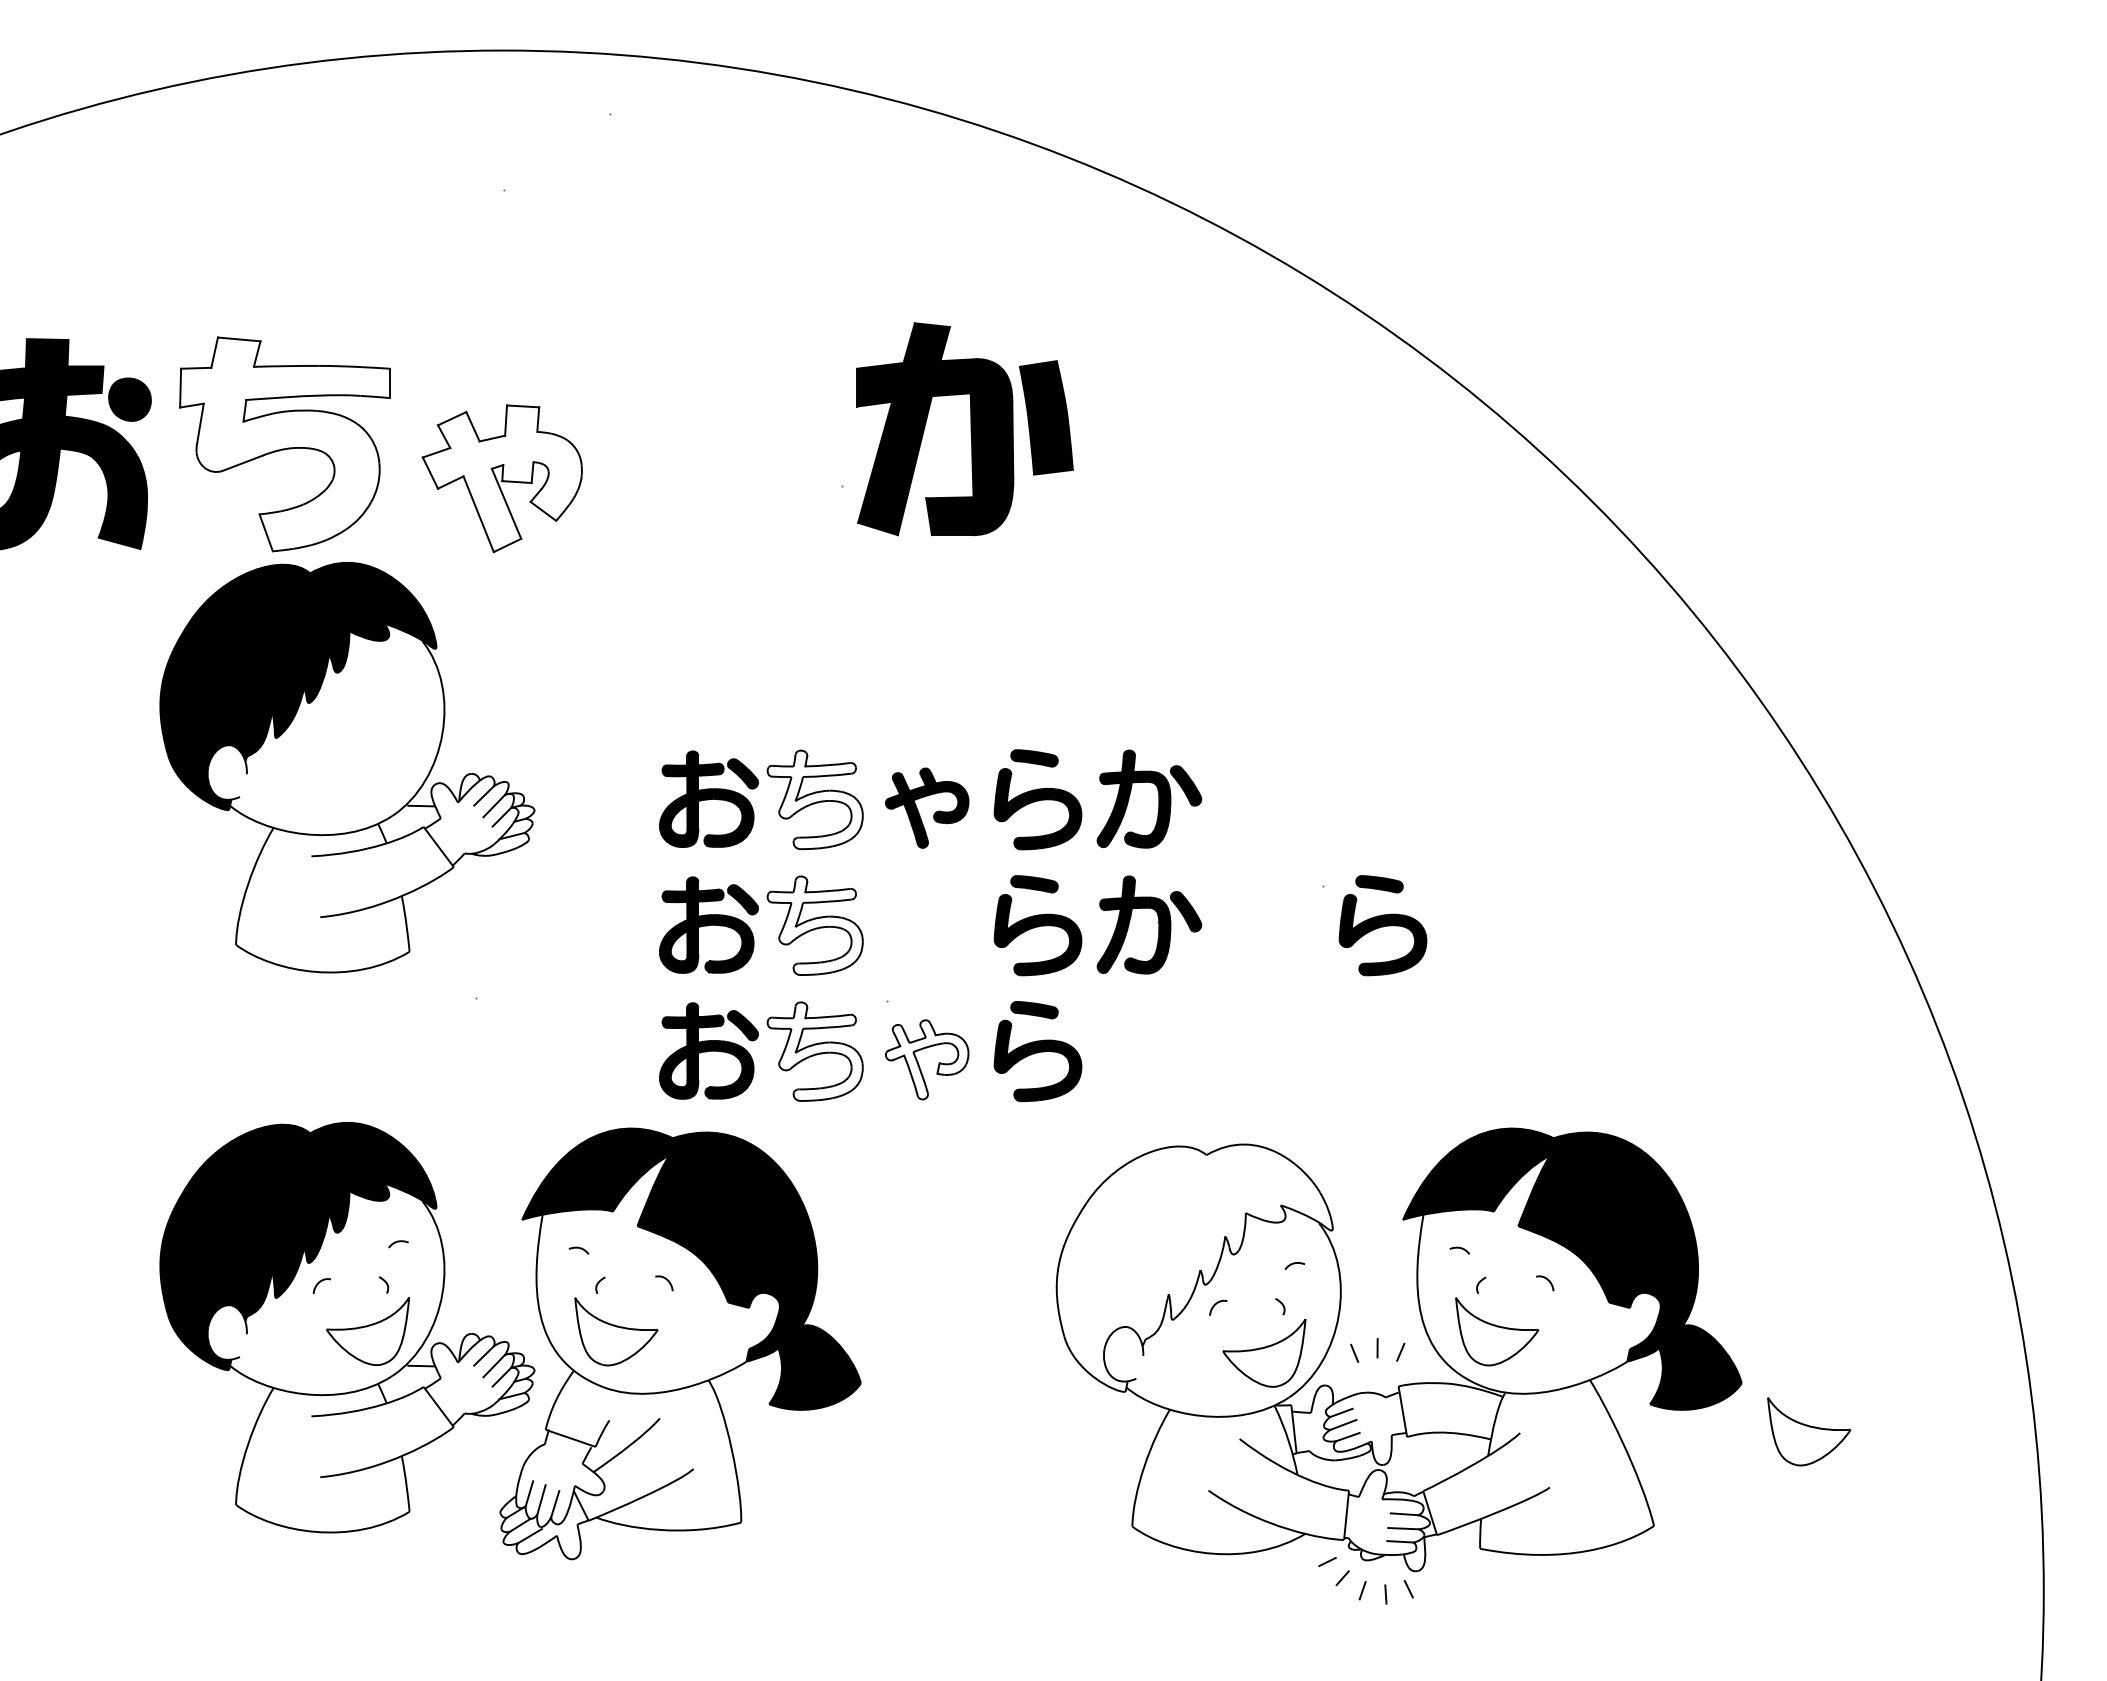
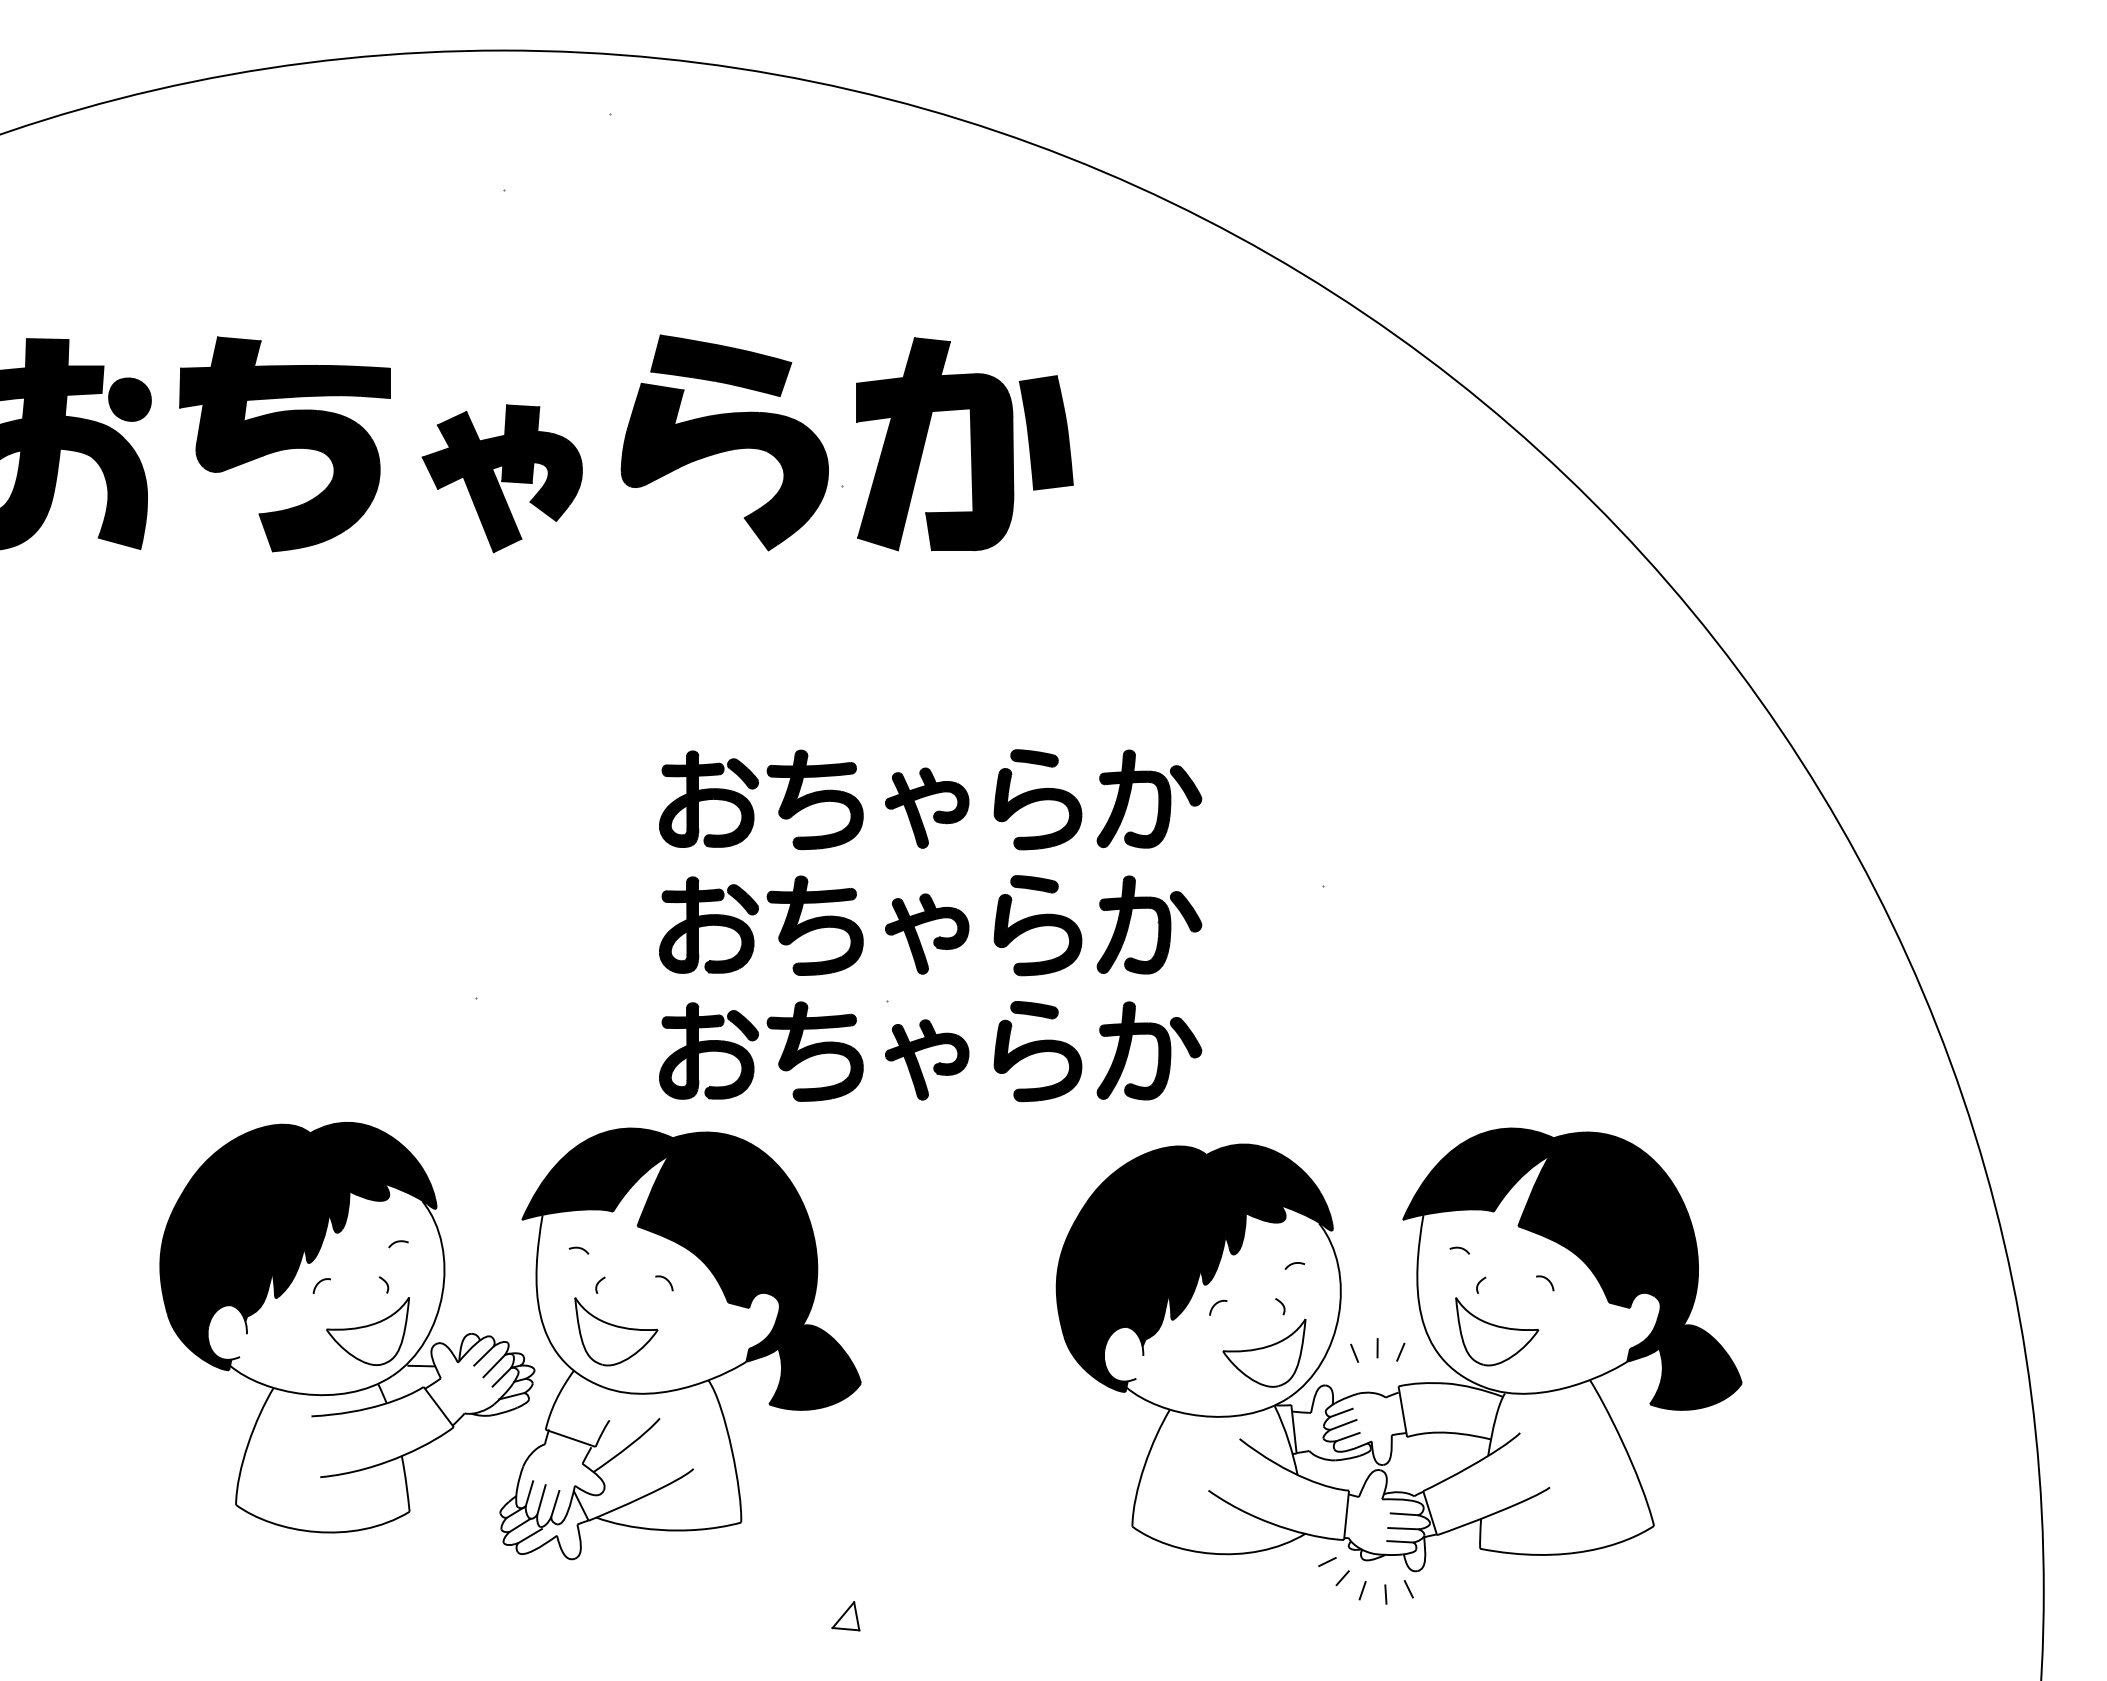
part at (964, 429) position: (964, 429) -> (964, 444)
part at (724, 442): none -> present
fill at (285, 444): none -> present
fill at (501, 478): none -> present
part at (347, 767): present -> none
fill at (814, 799): none -> present
fill at (814, 925): none -> present
part at (1382, 925): present -> none
part at (934, 938): none -> present
part at (1158, 1050): none -> present
fill at (814, 1051): none -> present
fill at (926, 1060): none -> present
fill at (1194, 1267): none -> present
part at (1809, 1431): present -> none
part at (845, 1616): none -> present
